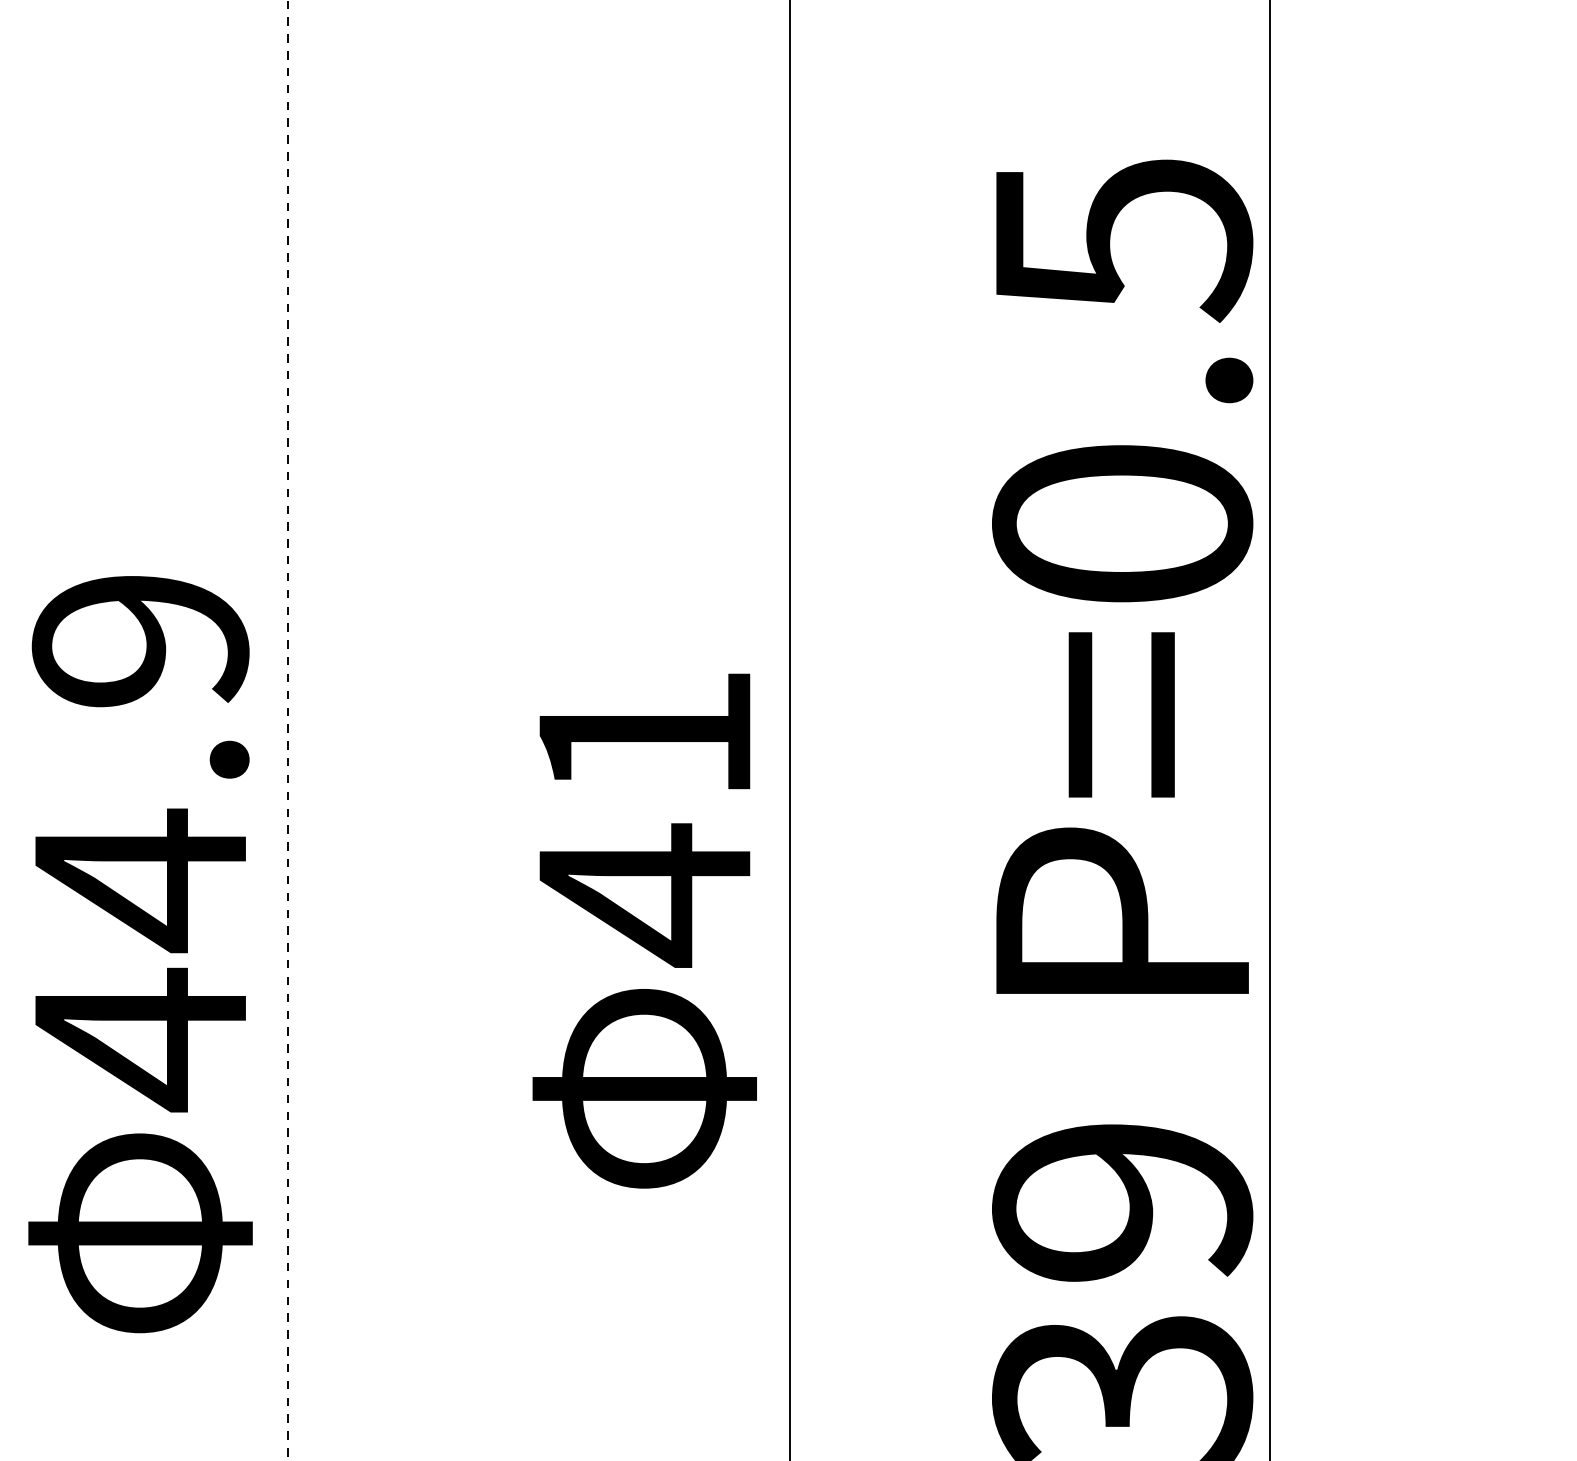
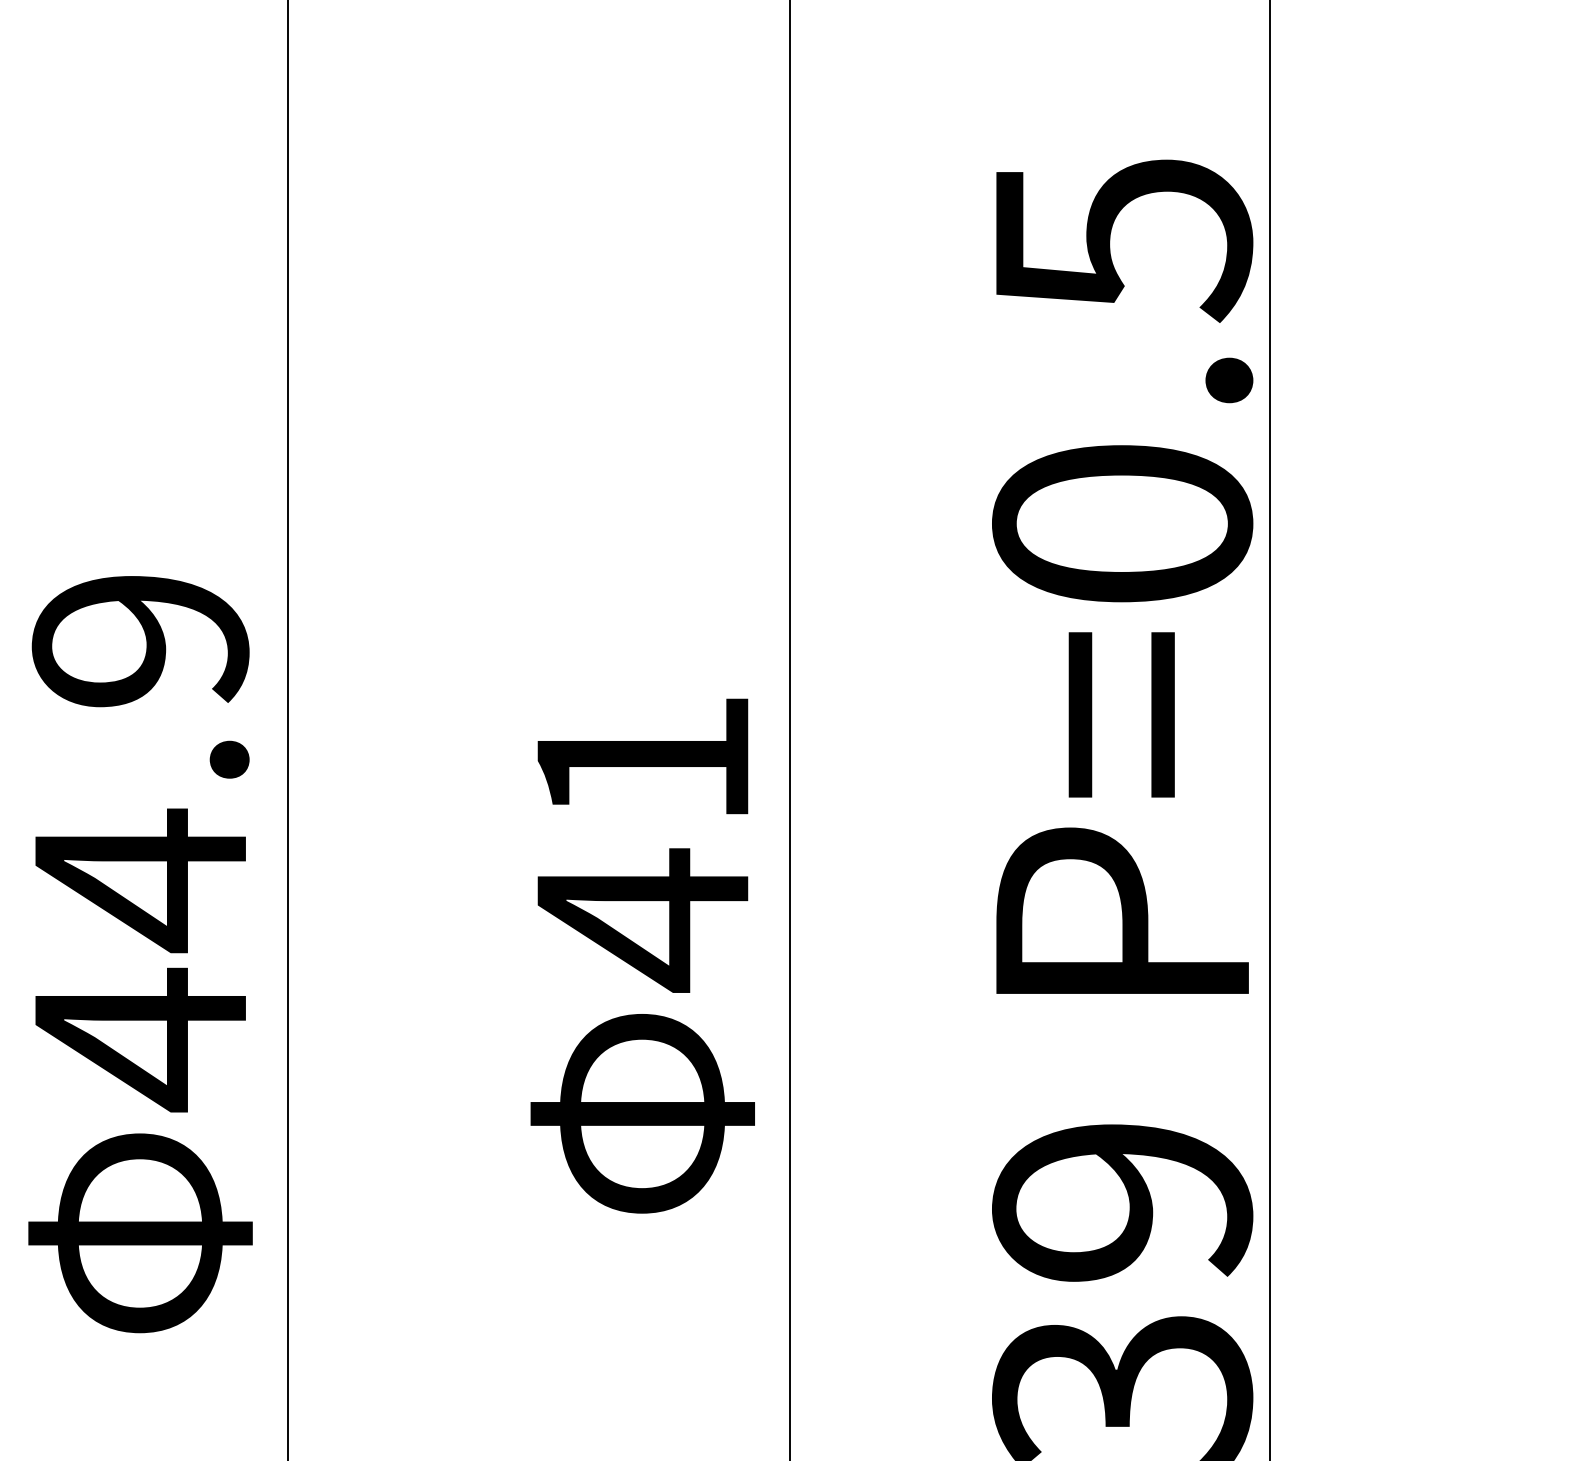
line at (288, 730): dashed -> solid
text at (644, 930) position: (644, 930) -> (642, 955)
